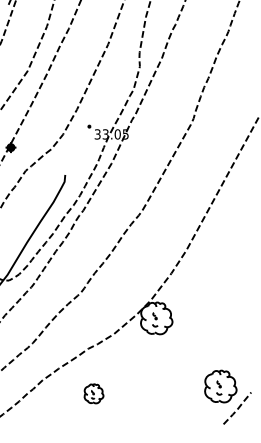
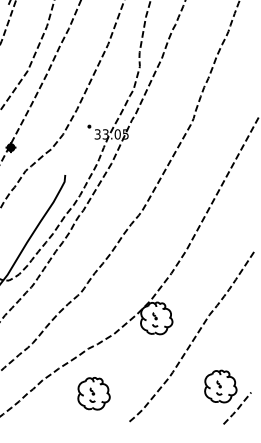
curve at (193, 338): none -> present
part at (93, 393) size: 22x22 px -> 34x34 px
